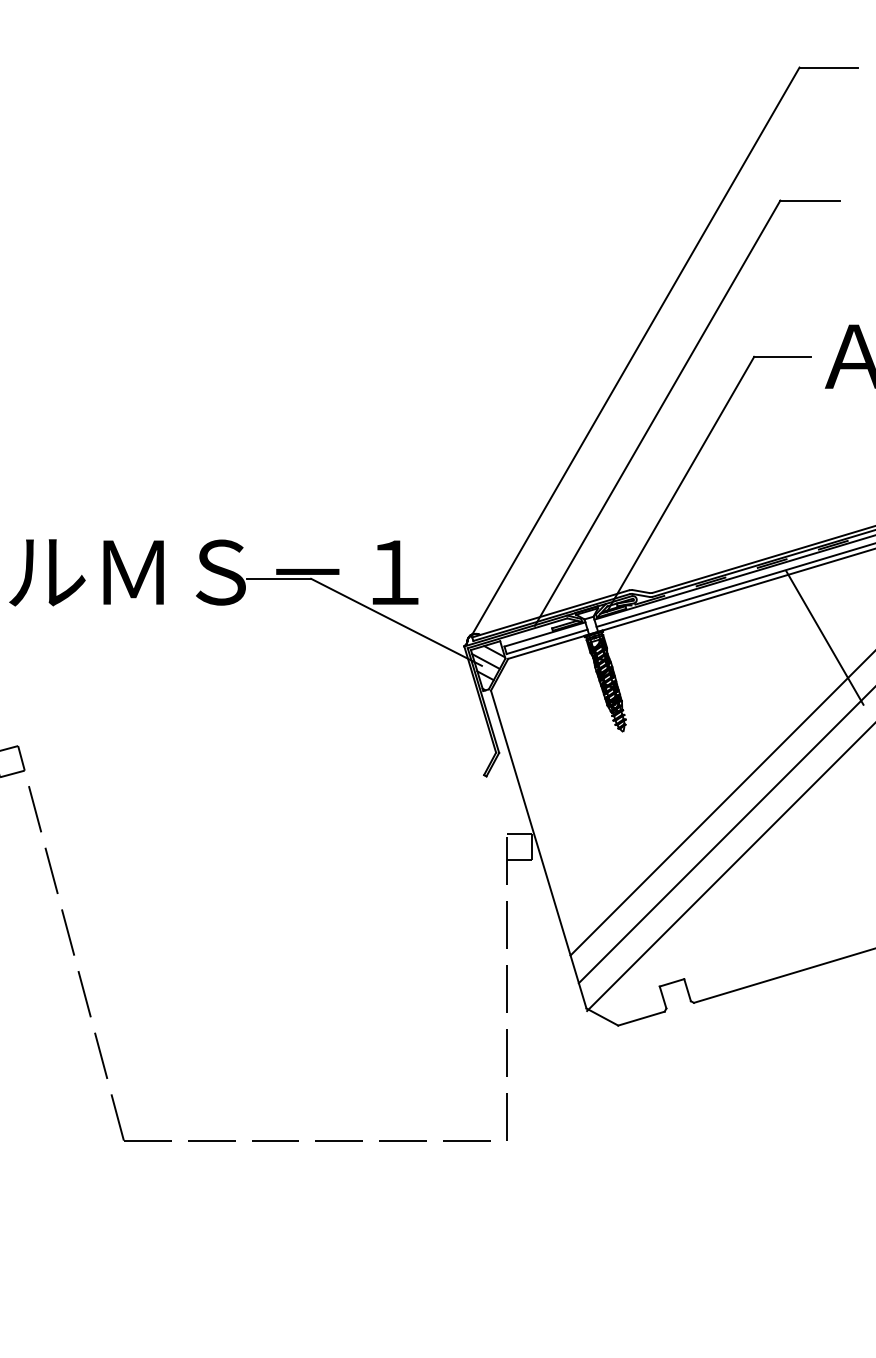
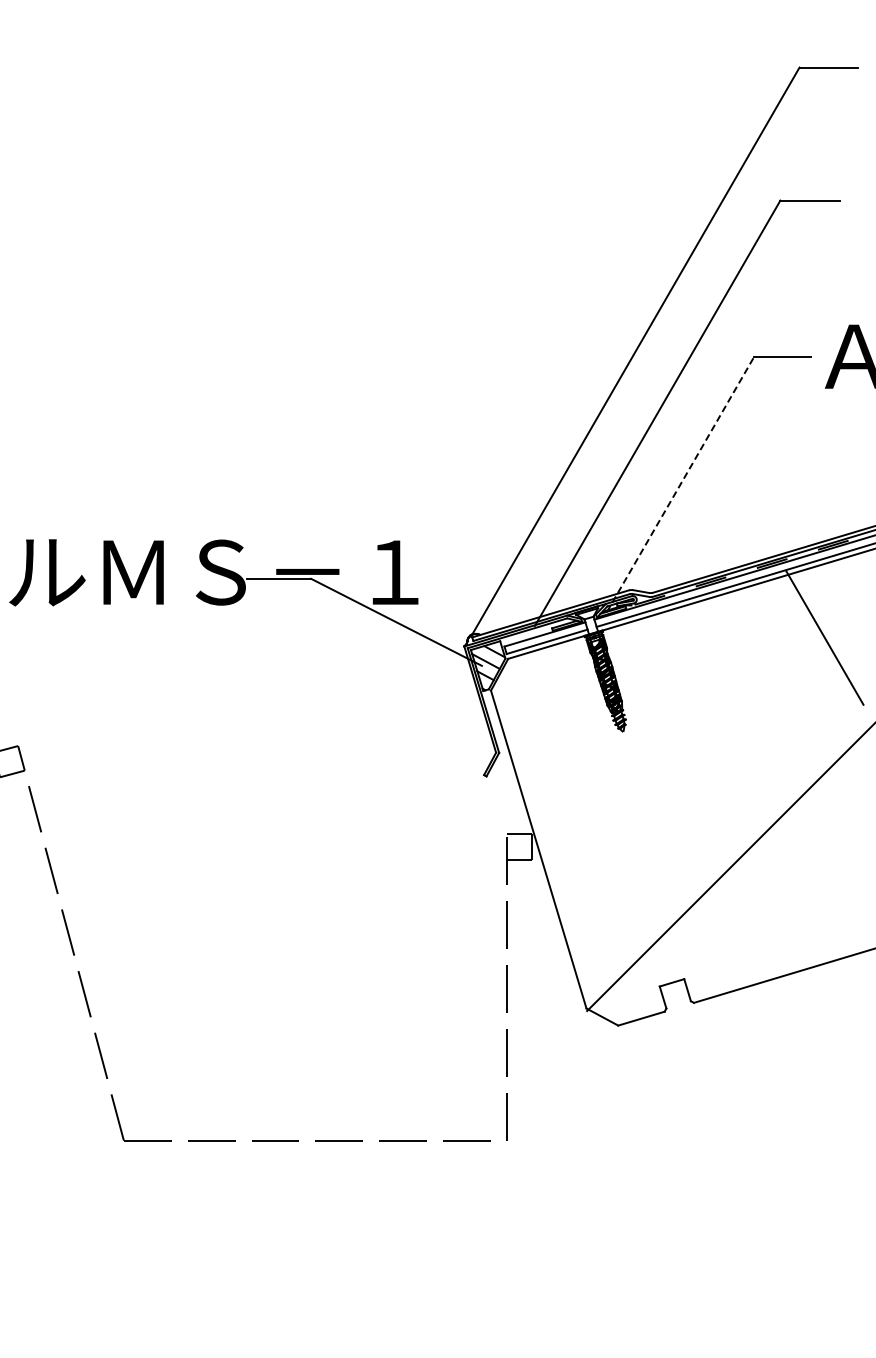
line at (680, 483): solid -> dashed
line at (721, 804): present -> none
line at (725, 836): present -> none
